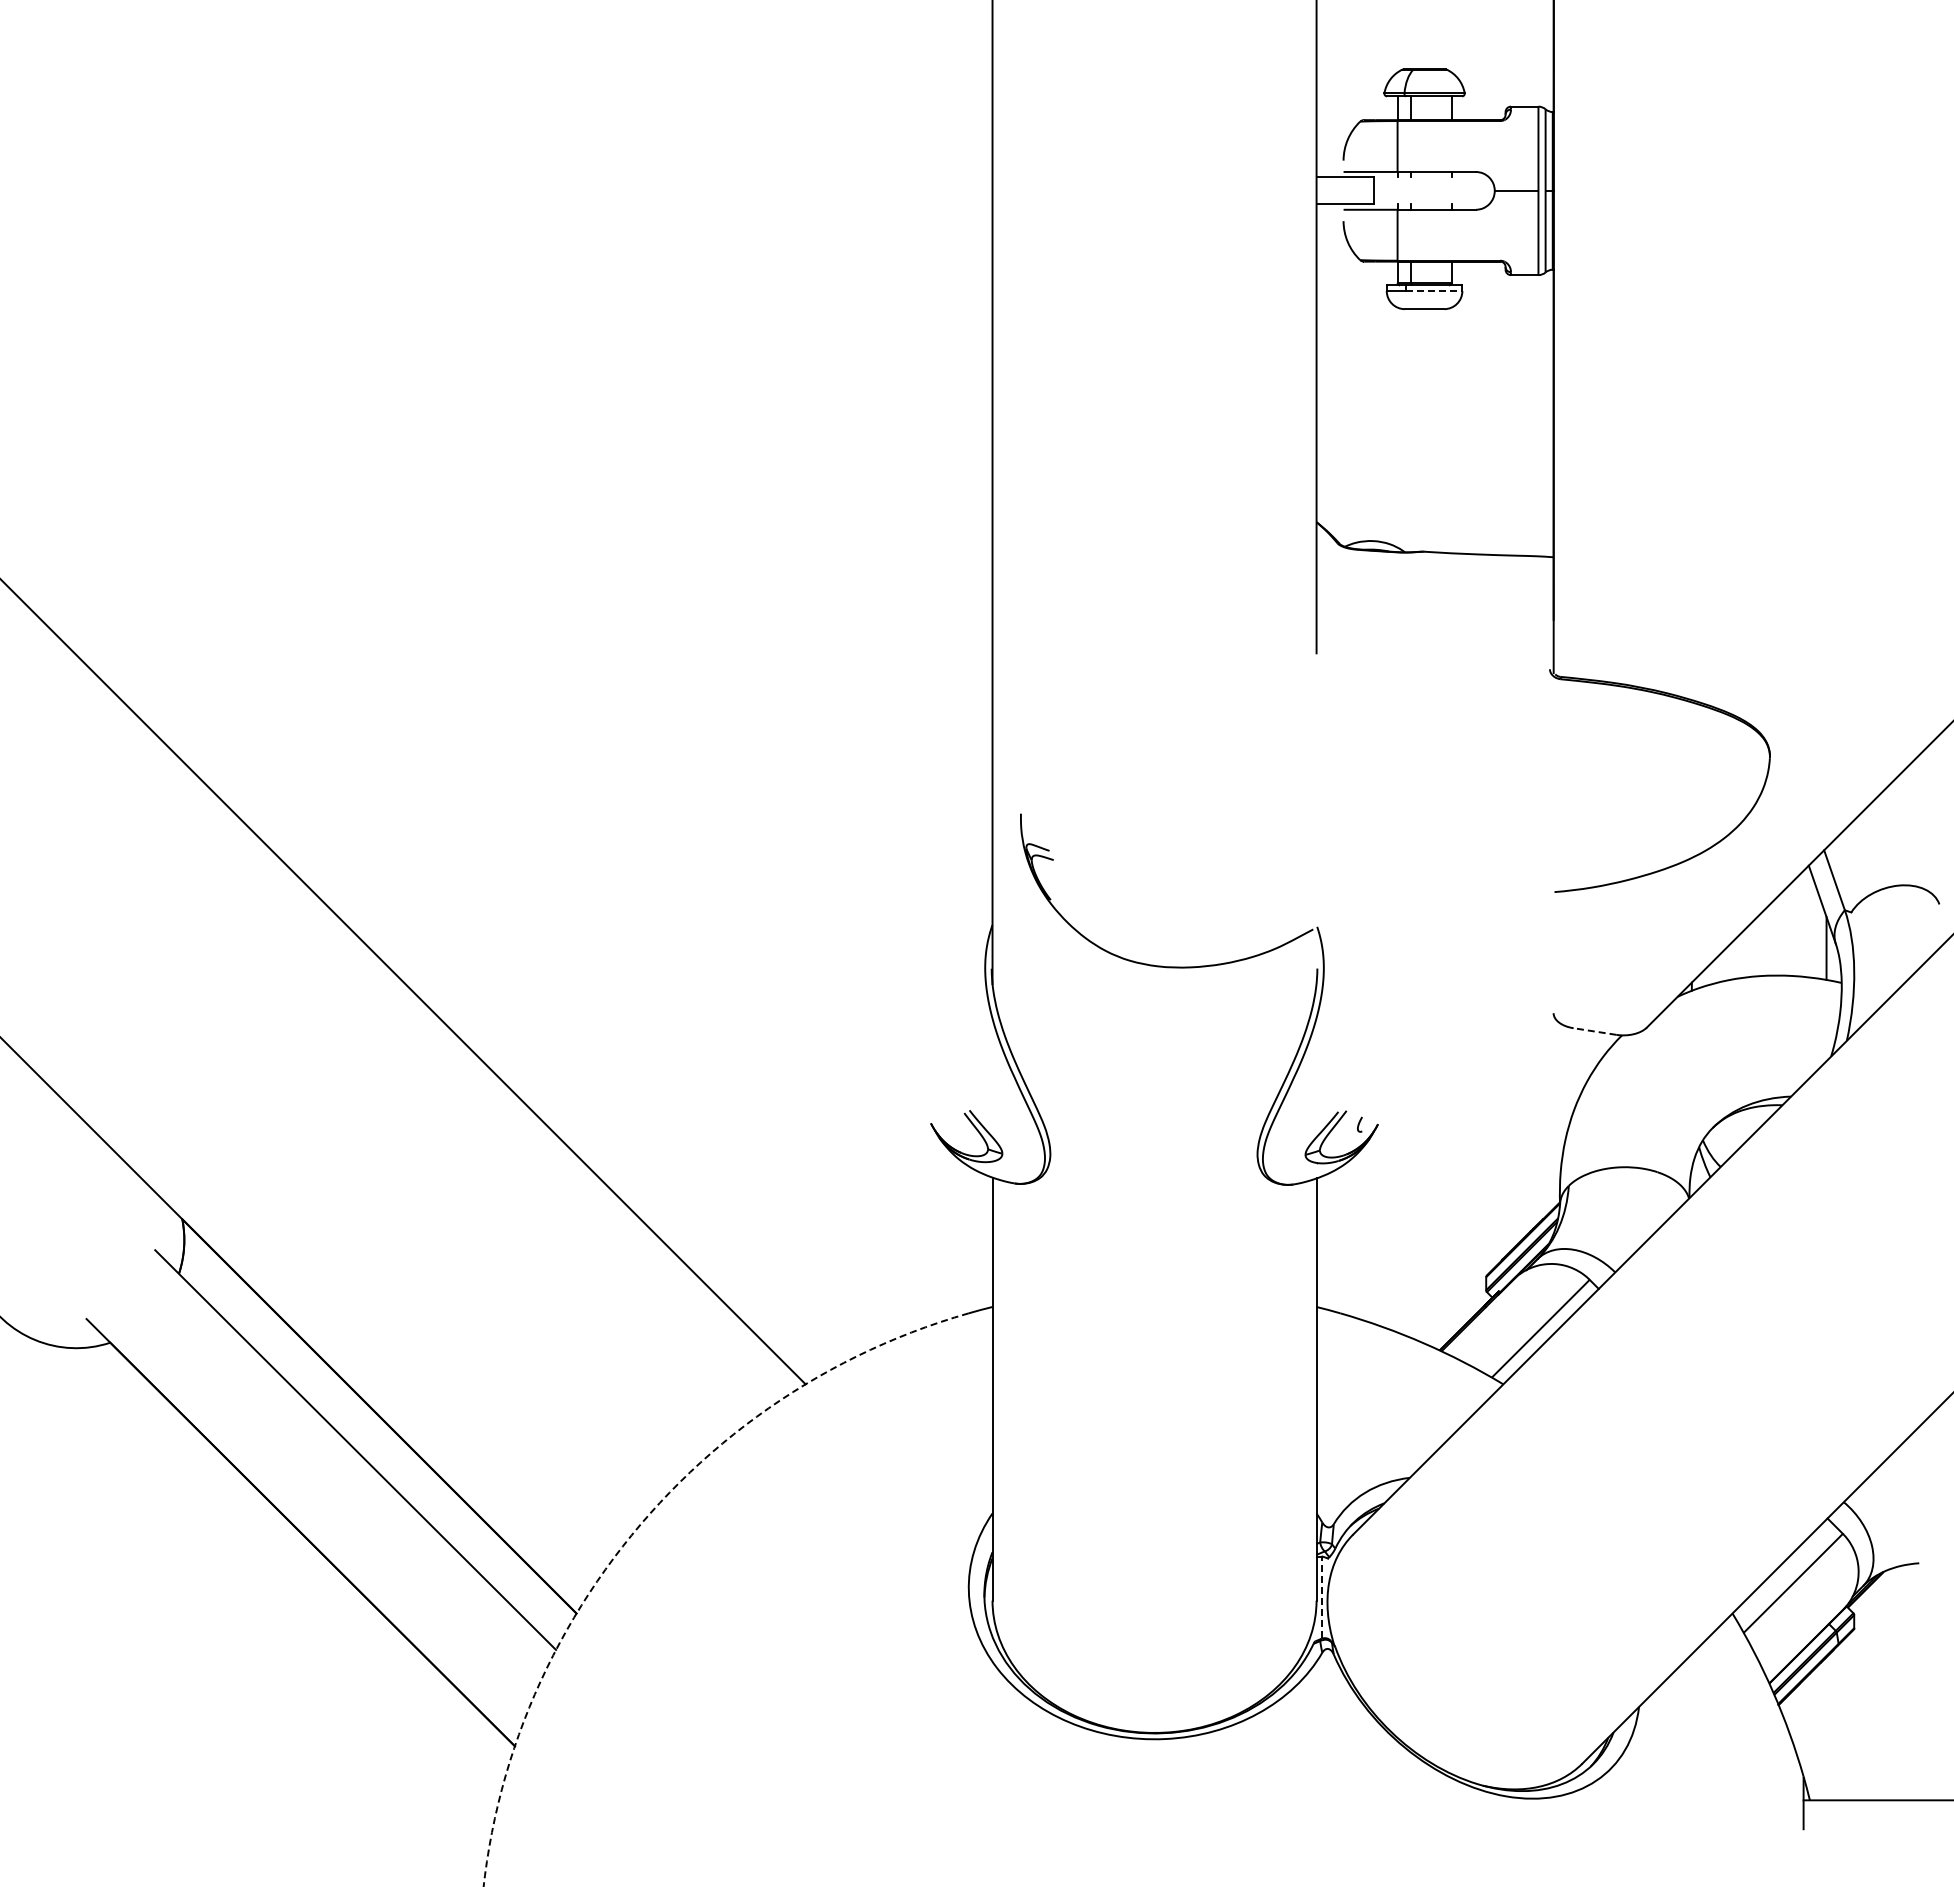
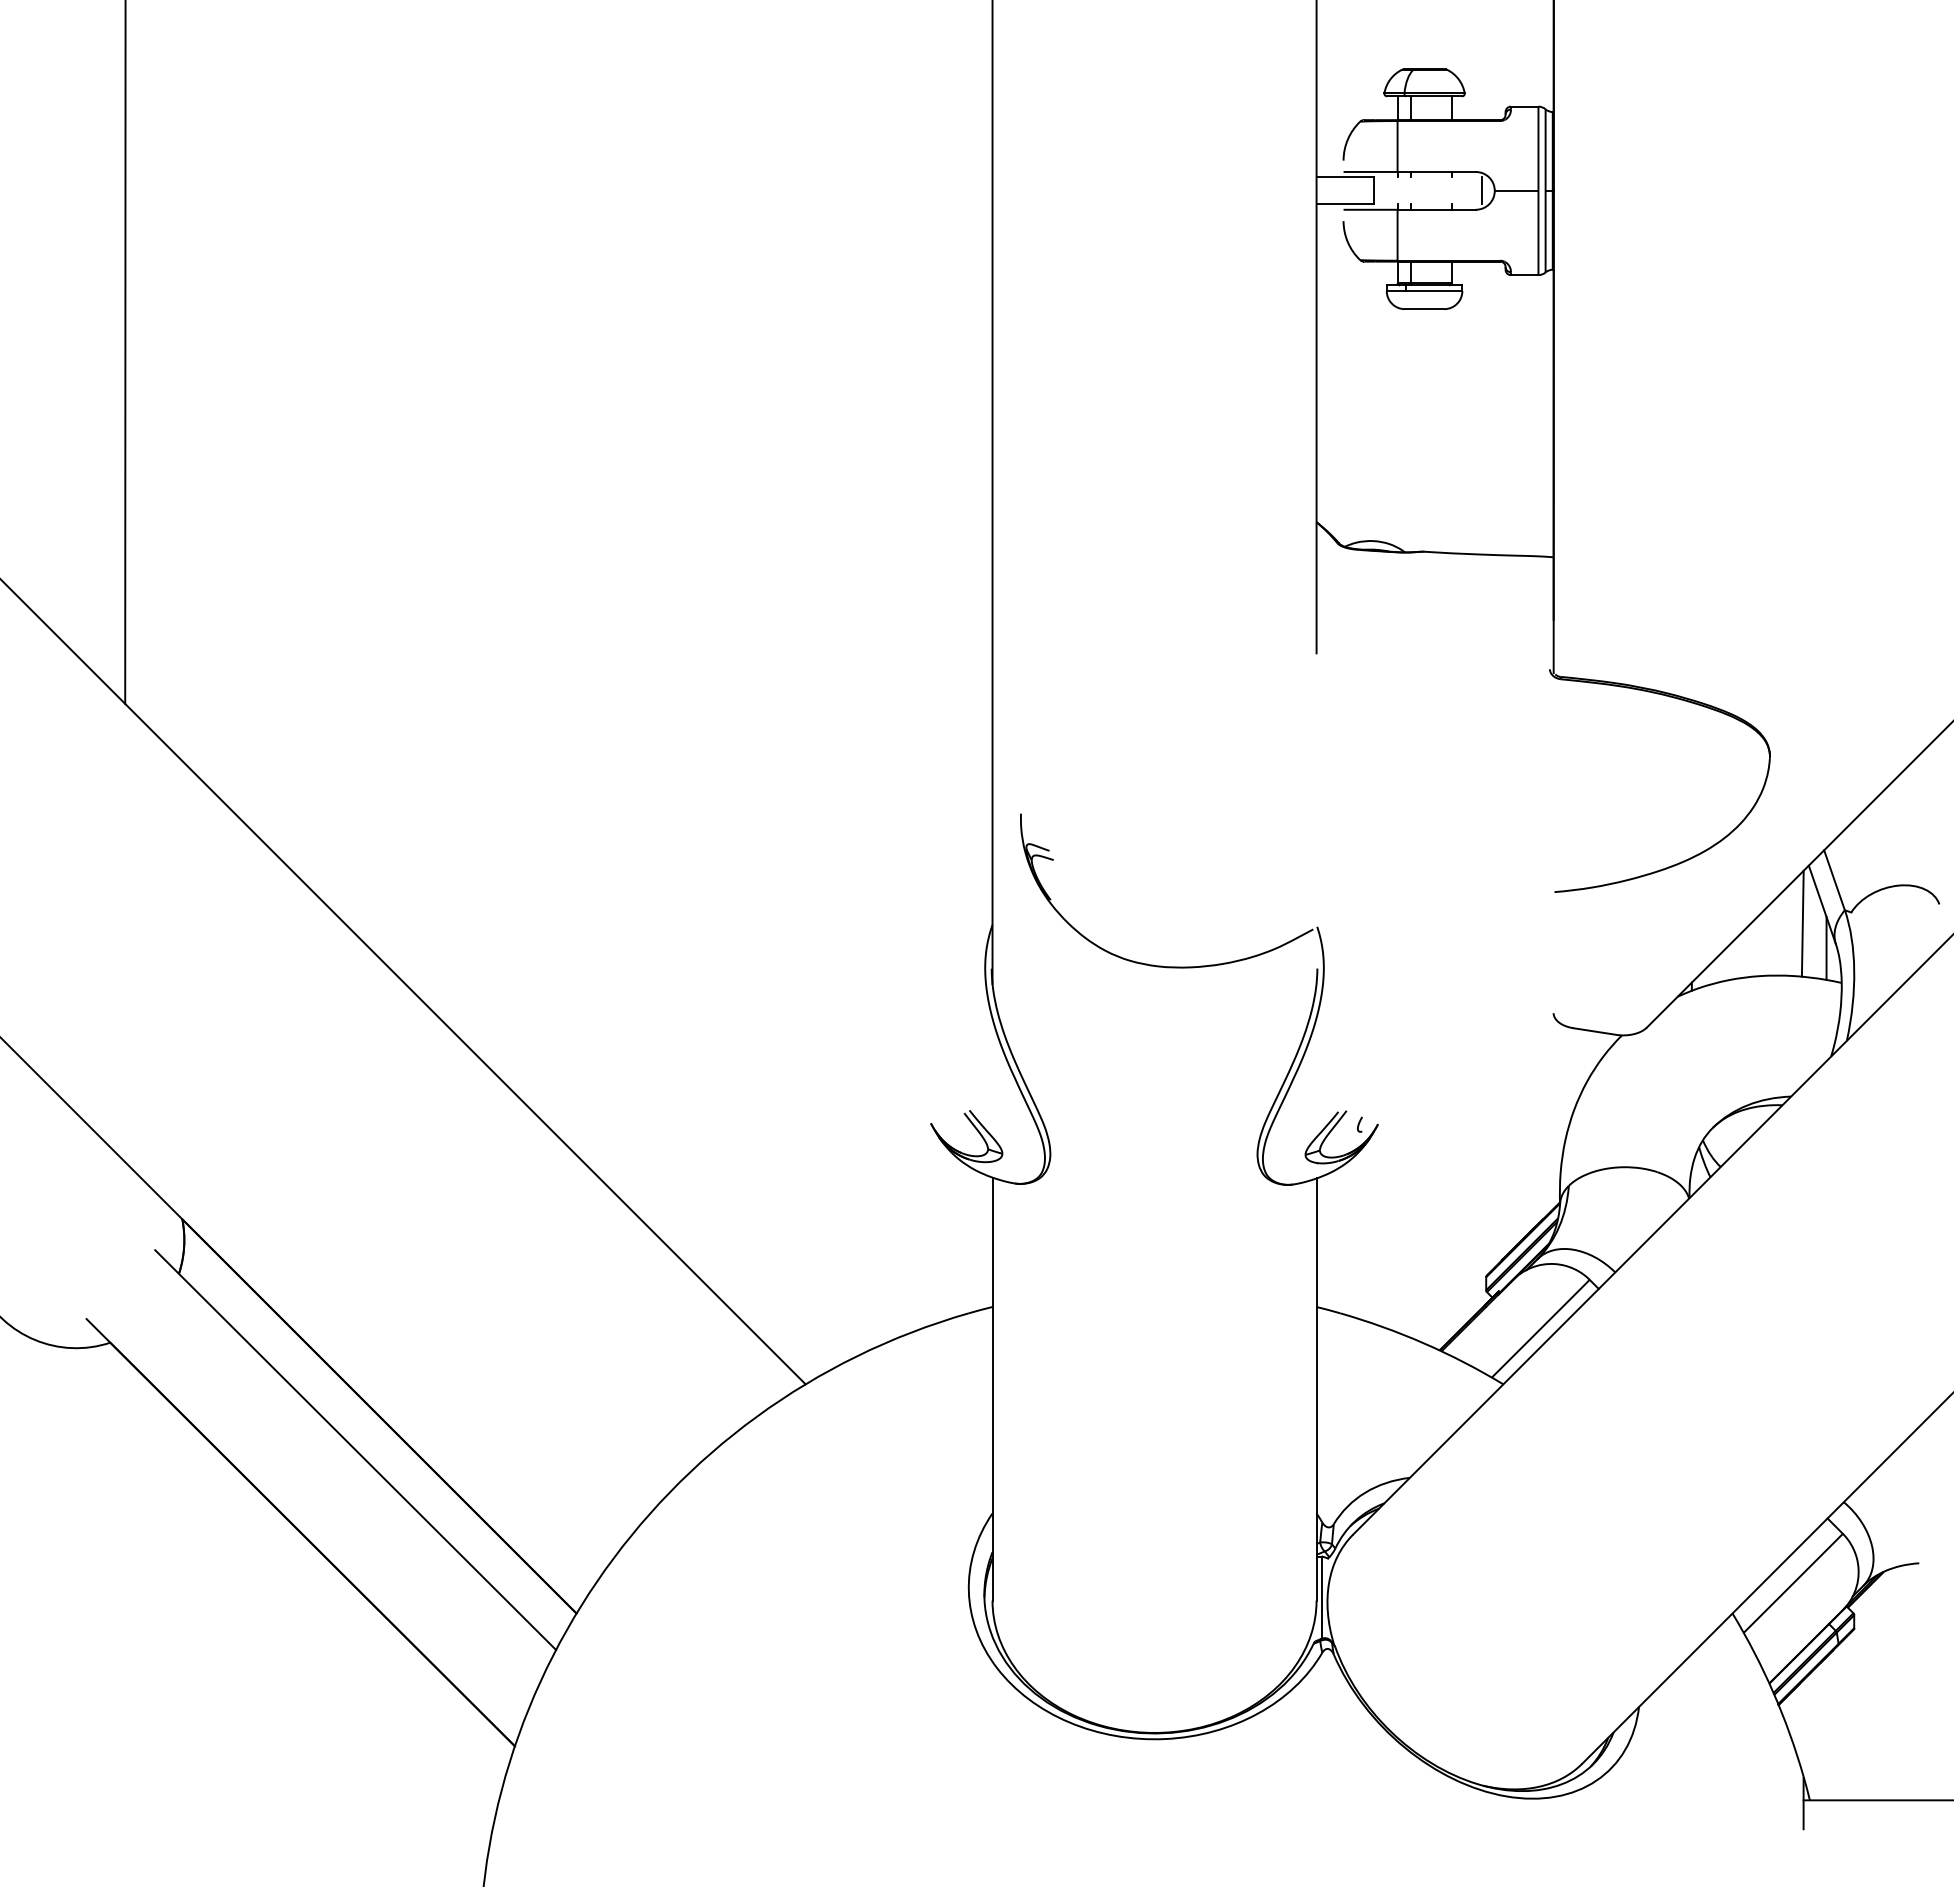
line at (1482, 190): none -> present
line at (1434, 291): dashed -> solid
line at (125, 352): none -> present
line at (1802, 923): none -> present
line at (1595, 1031): dashed -> solid
arc at (639, 1526): dashed -> solid
line at (1322, 1597): dashed -> solid
